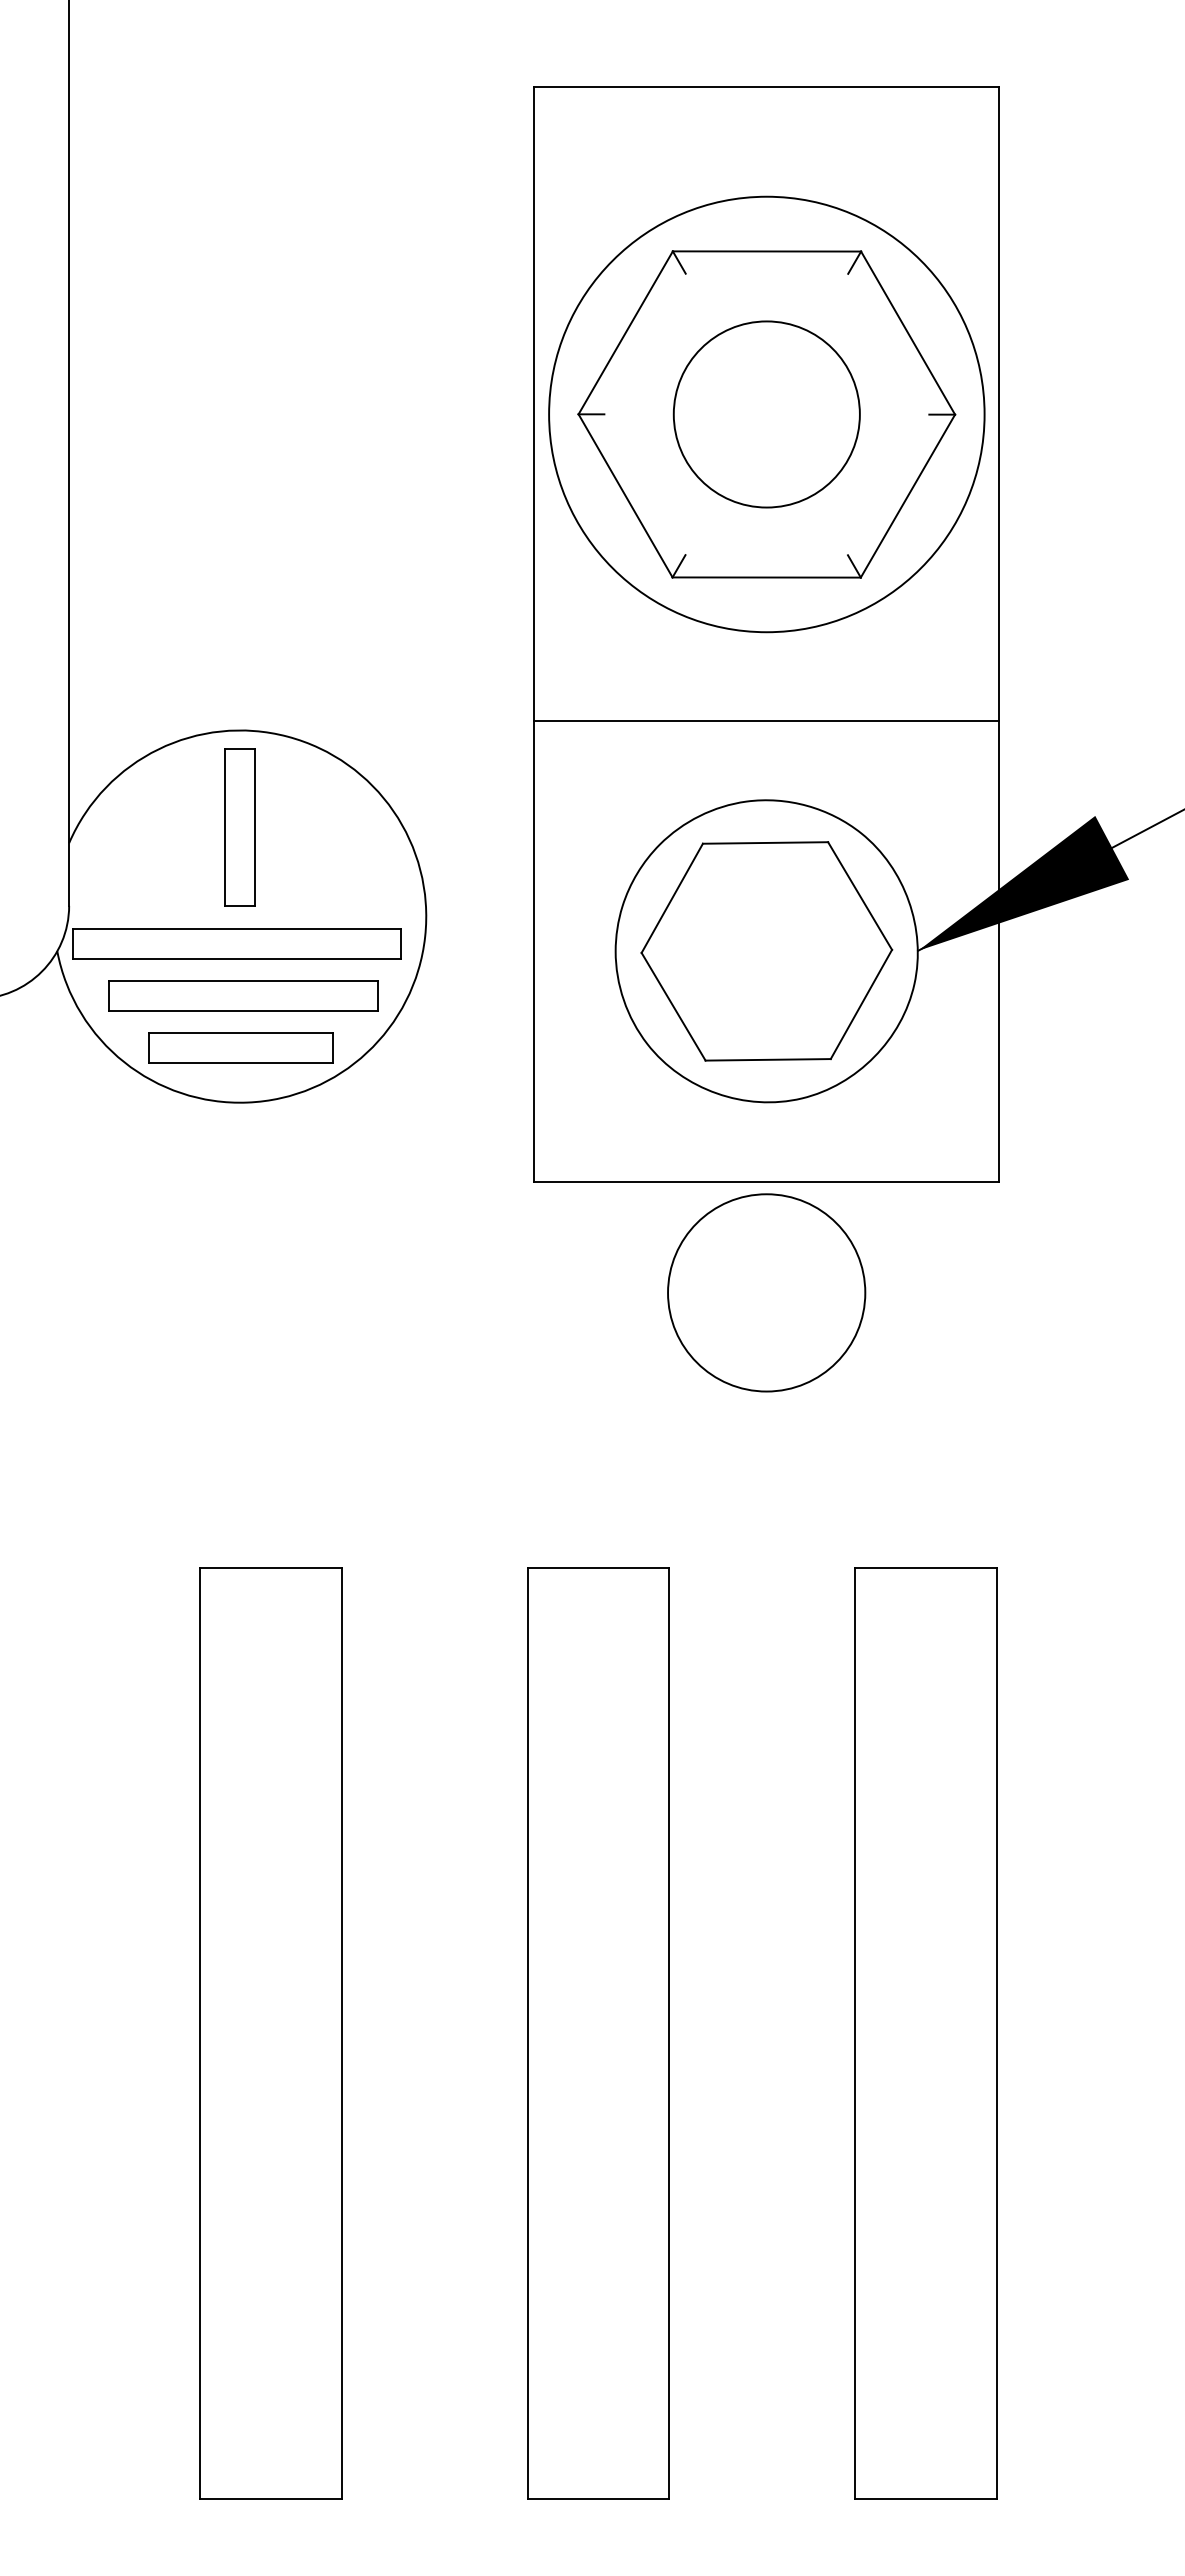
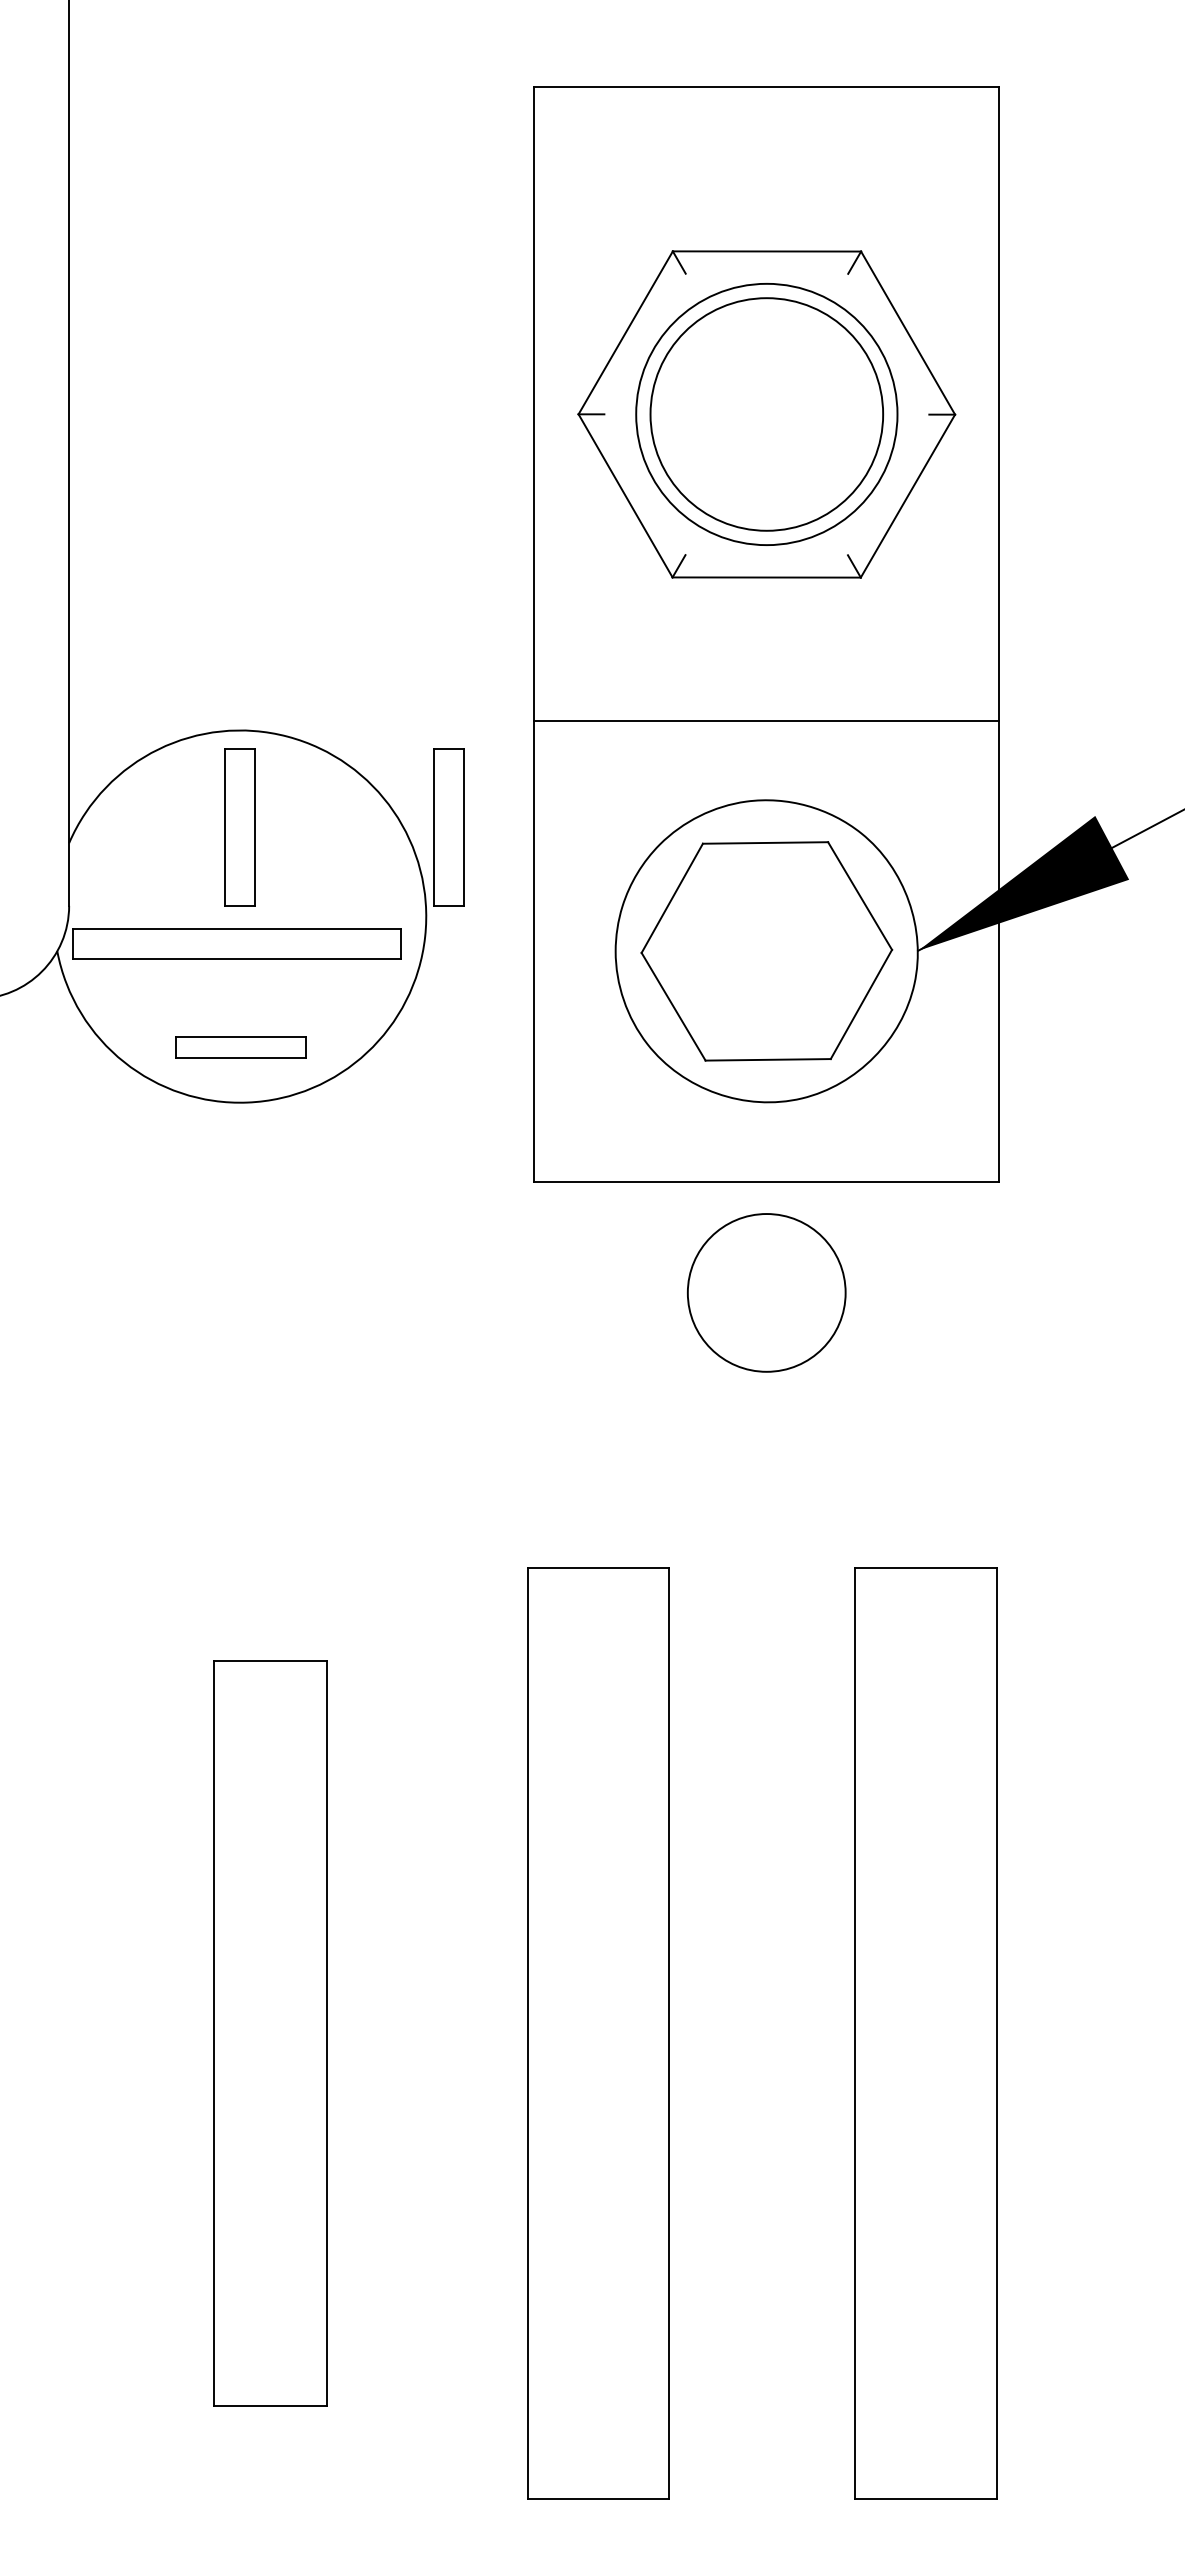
circle at (766, 414) diameter: 186 px -> 233 px
circle at (766, 414) diameter: 435 px -> 261 px
part at (448, 827): none -> present
part at (243, 995): present -> none
part at (240, 1047) size: 186x32 px -> 132x23 px
circle at (766, 1292) size: 200x200 px -> 160x160 px
part at (270, 2033) size: 144x933 px -> 115x747 px
